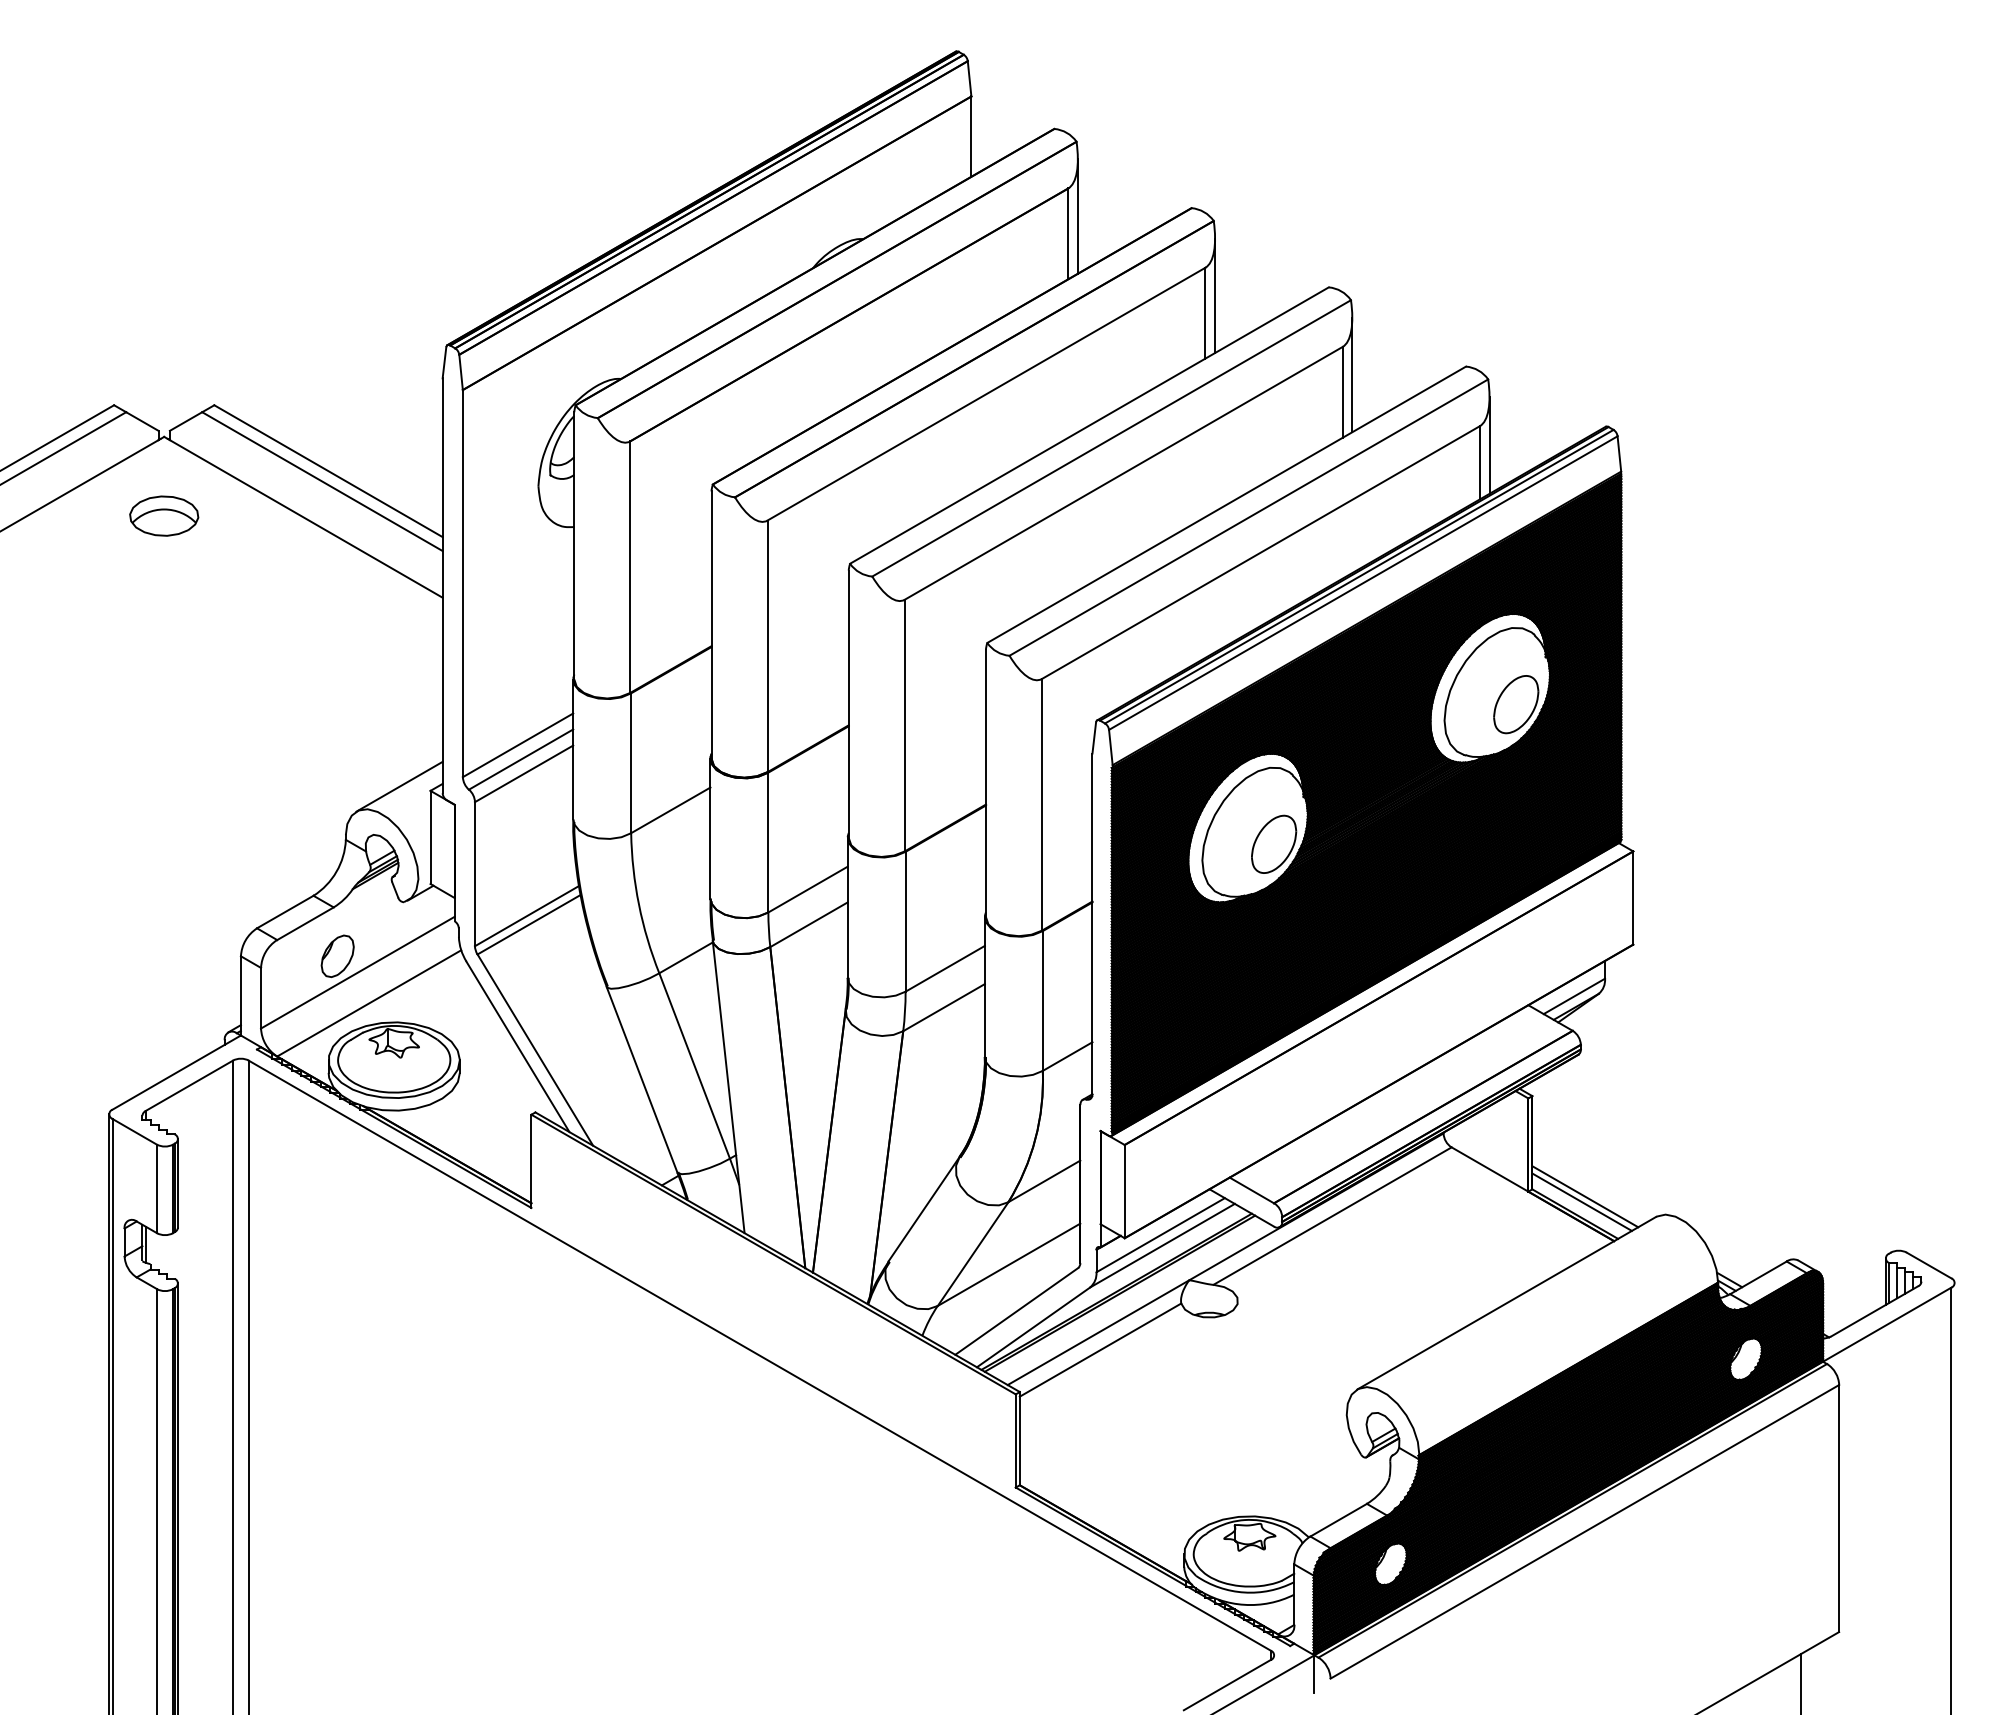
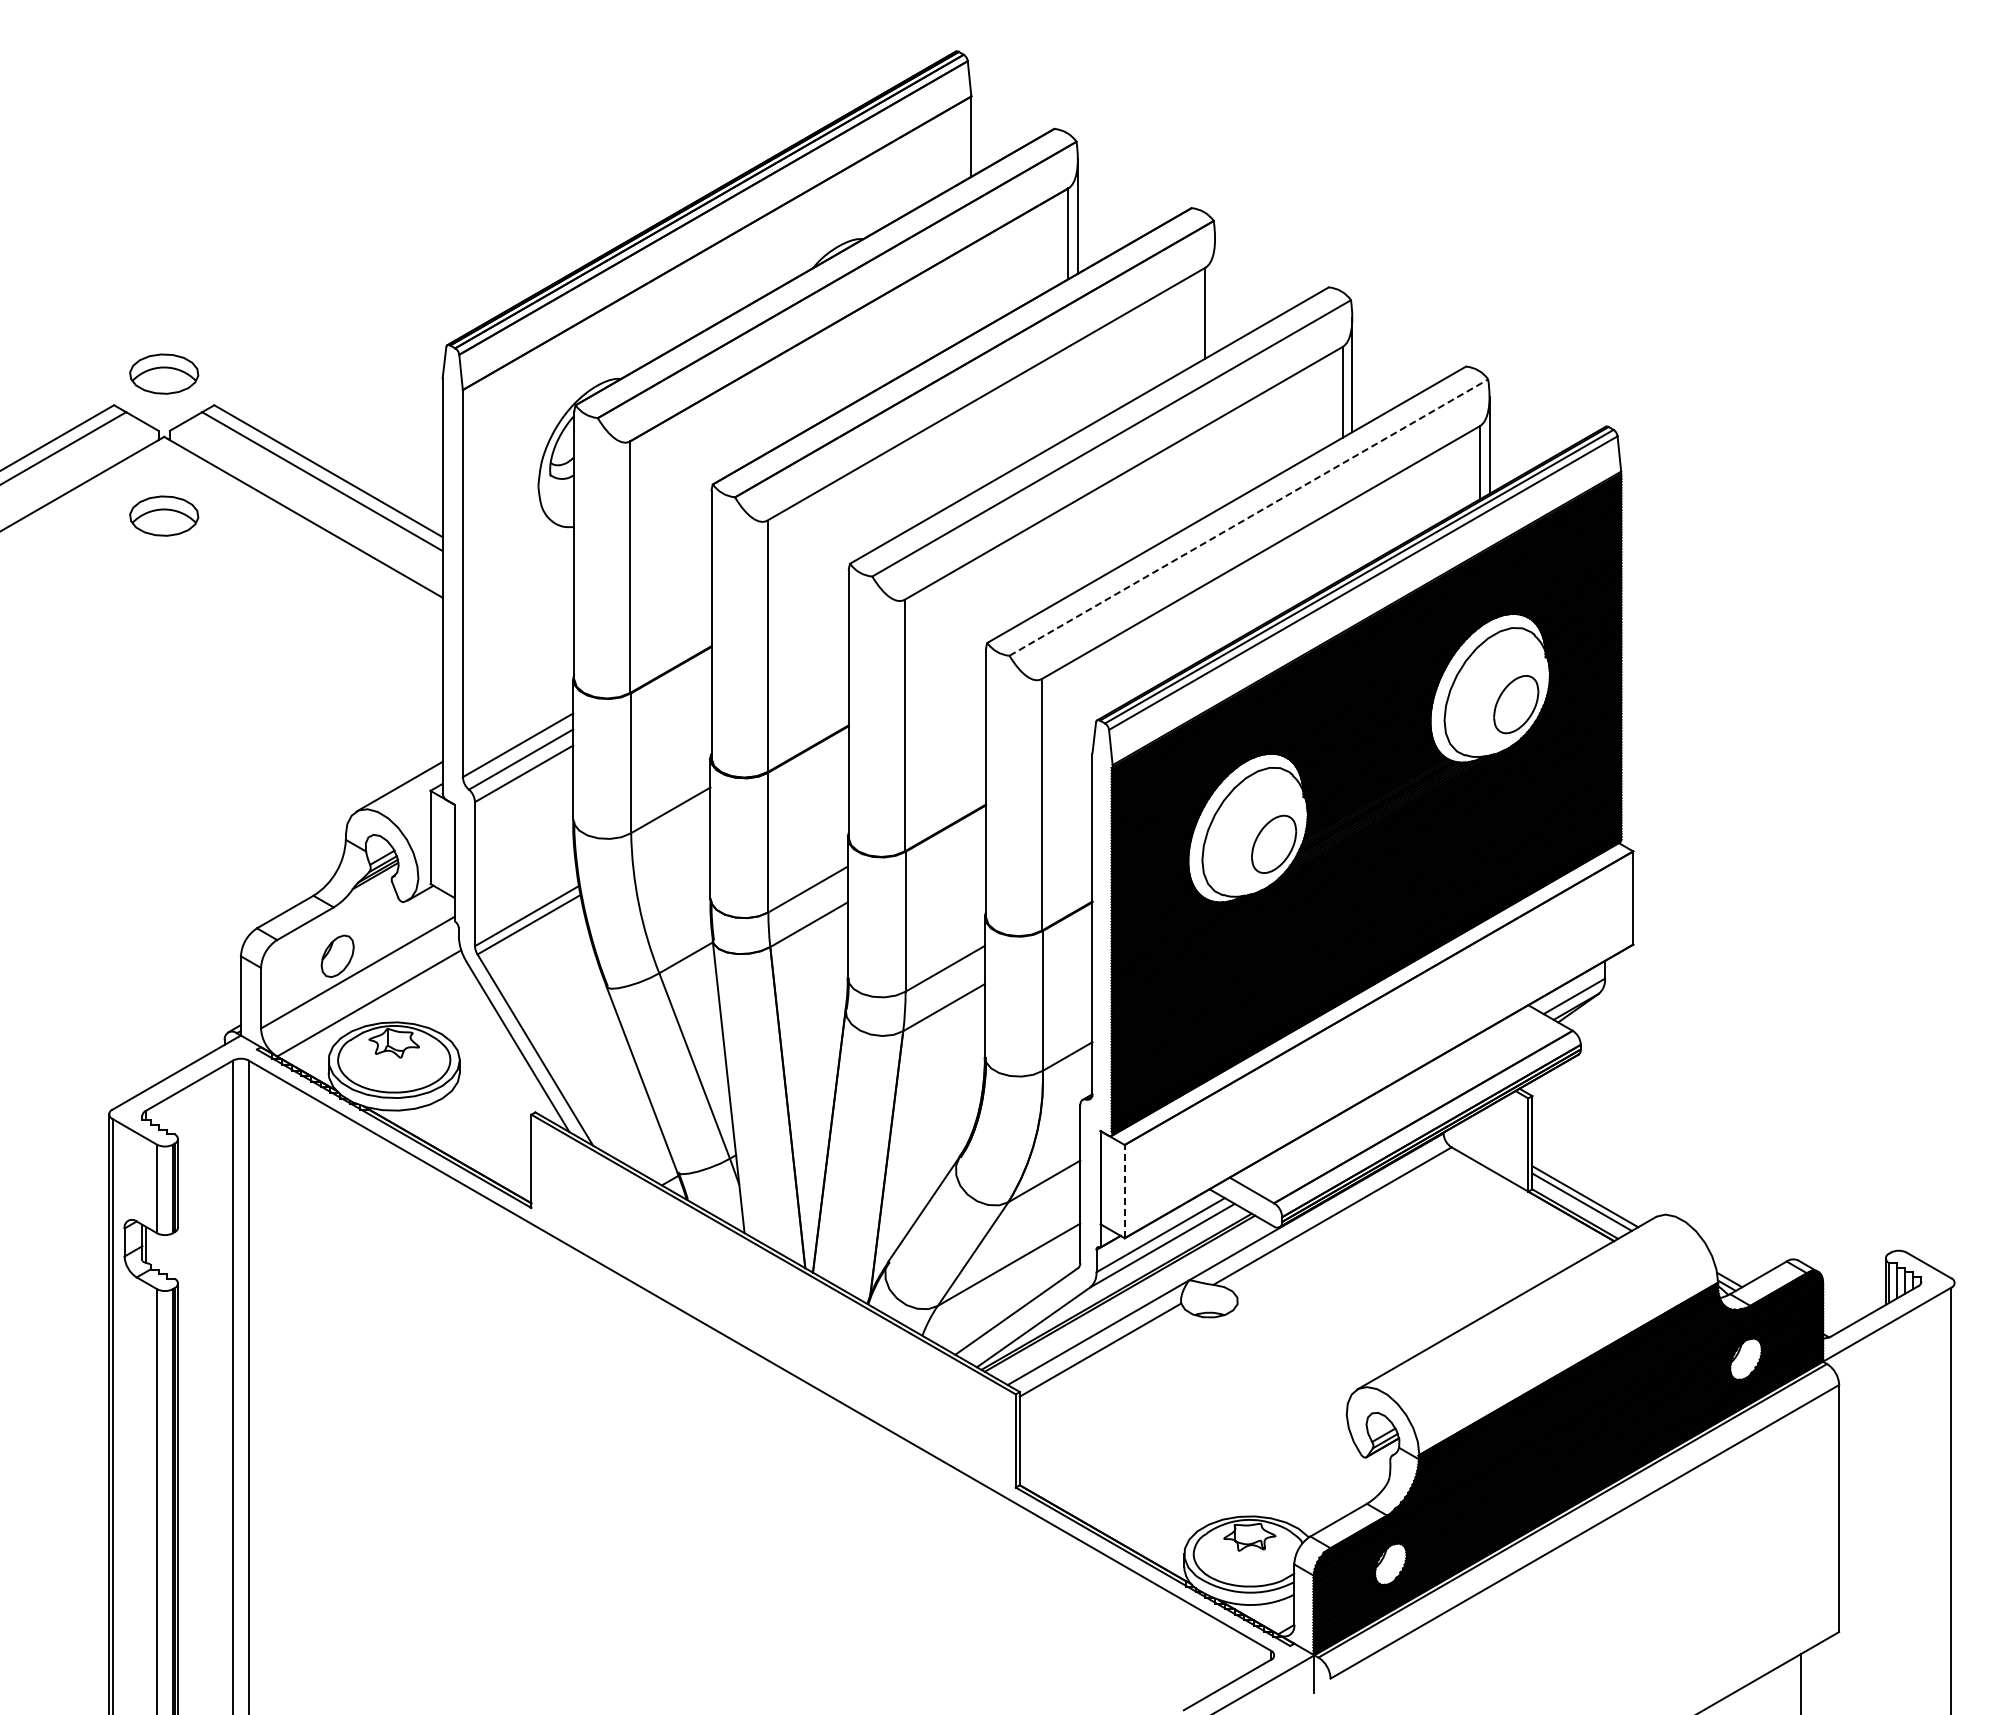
line at (1215, 295): present -> none
part at (164, 373): none -> present
line at (1249, 517): solid -> dashed
line at (1124, 1191): solid -> dashed
